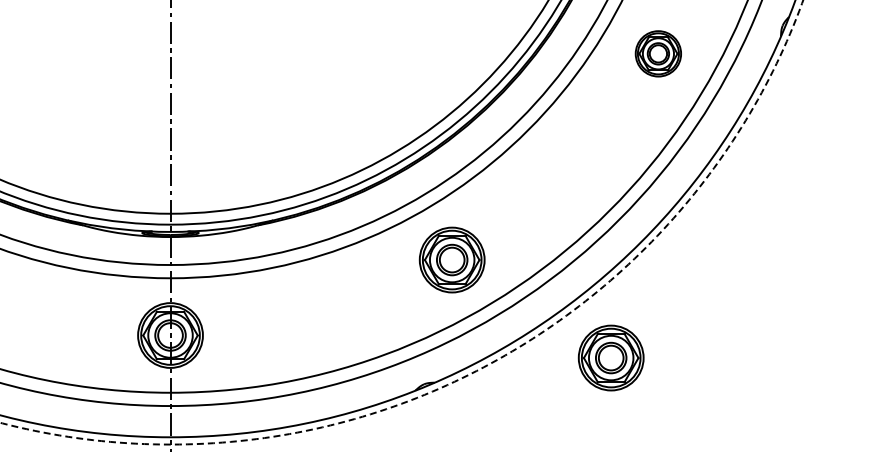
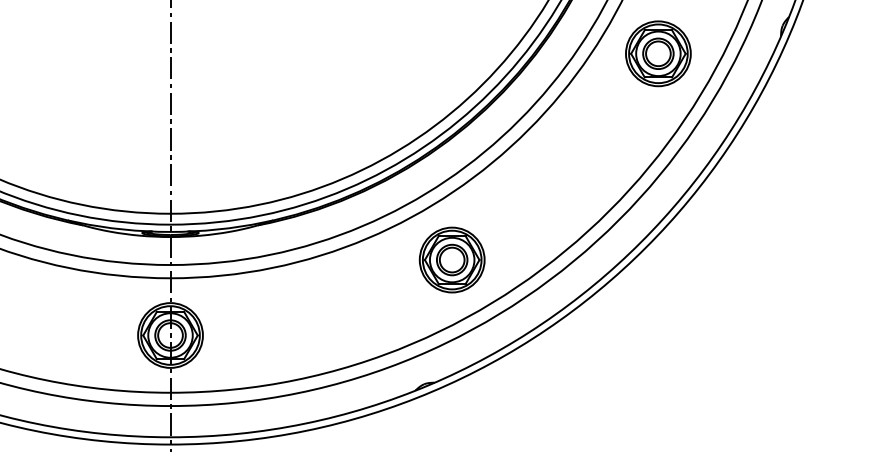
part at (657, 53) size: 48x48 px -> 67x68 px
circle at (401, 222): dashed -> solid
part at (610, 357): present -> none
